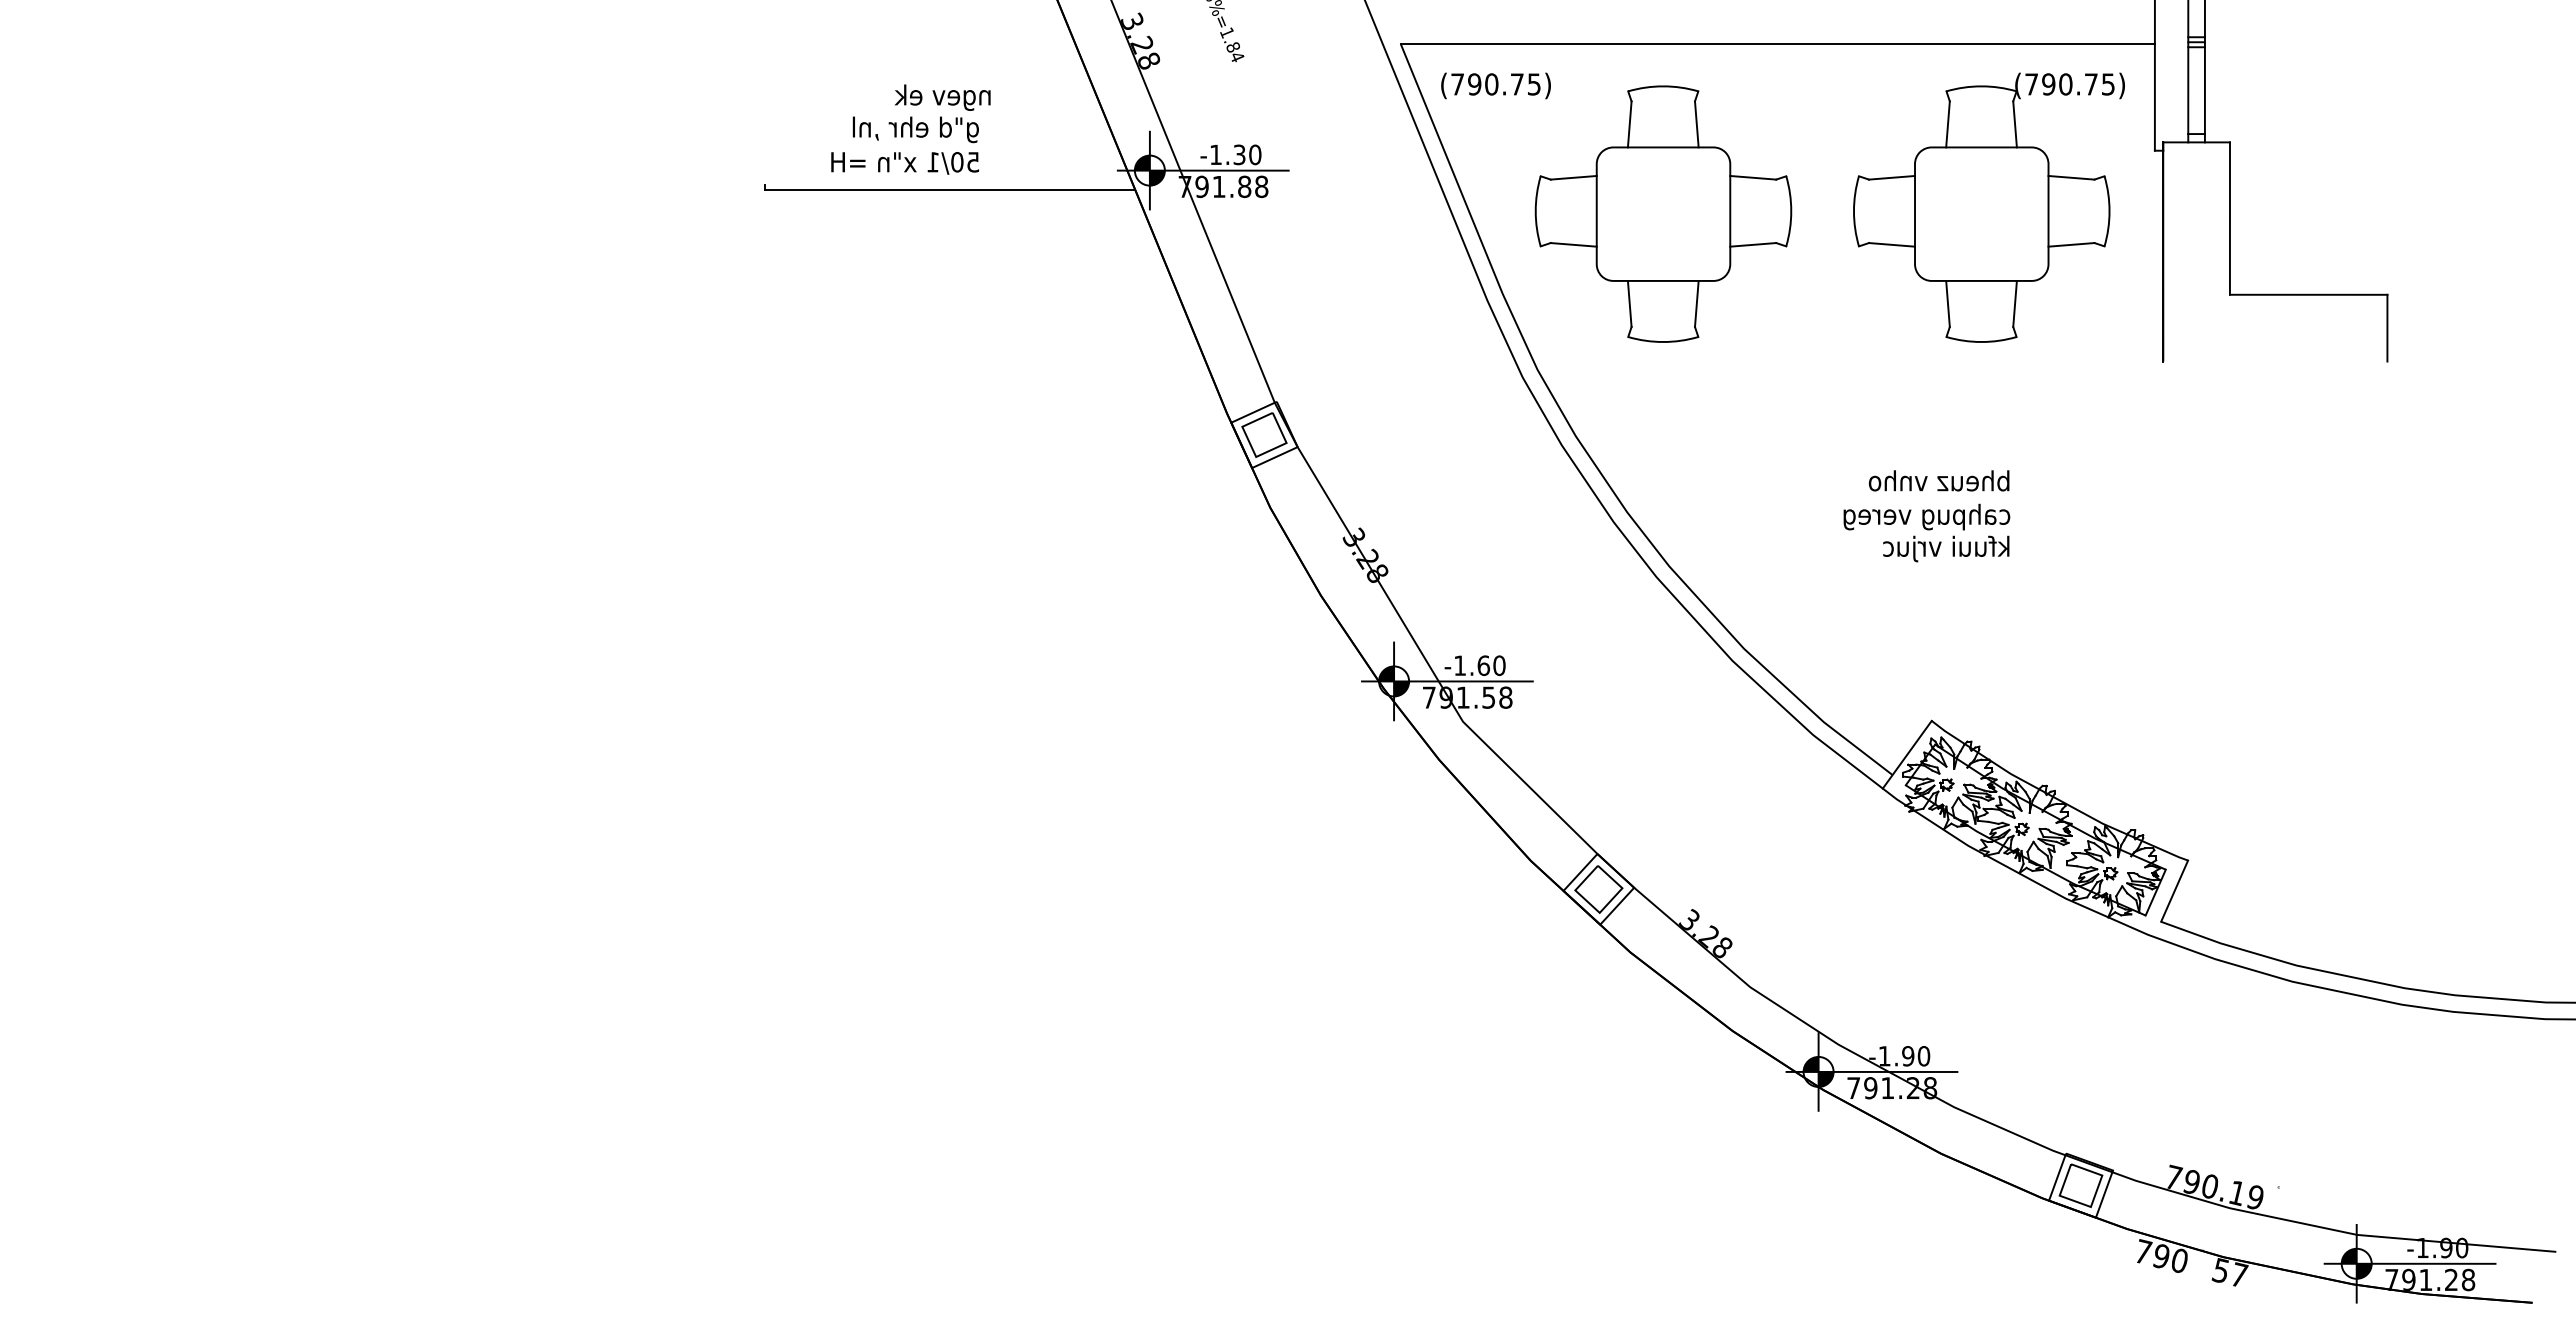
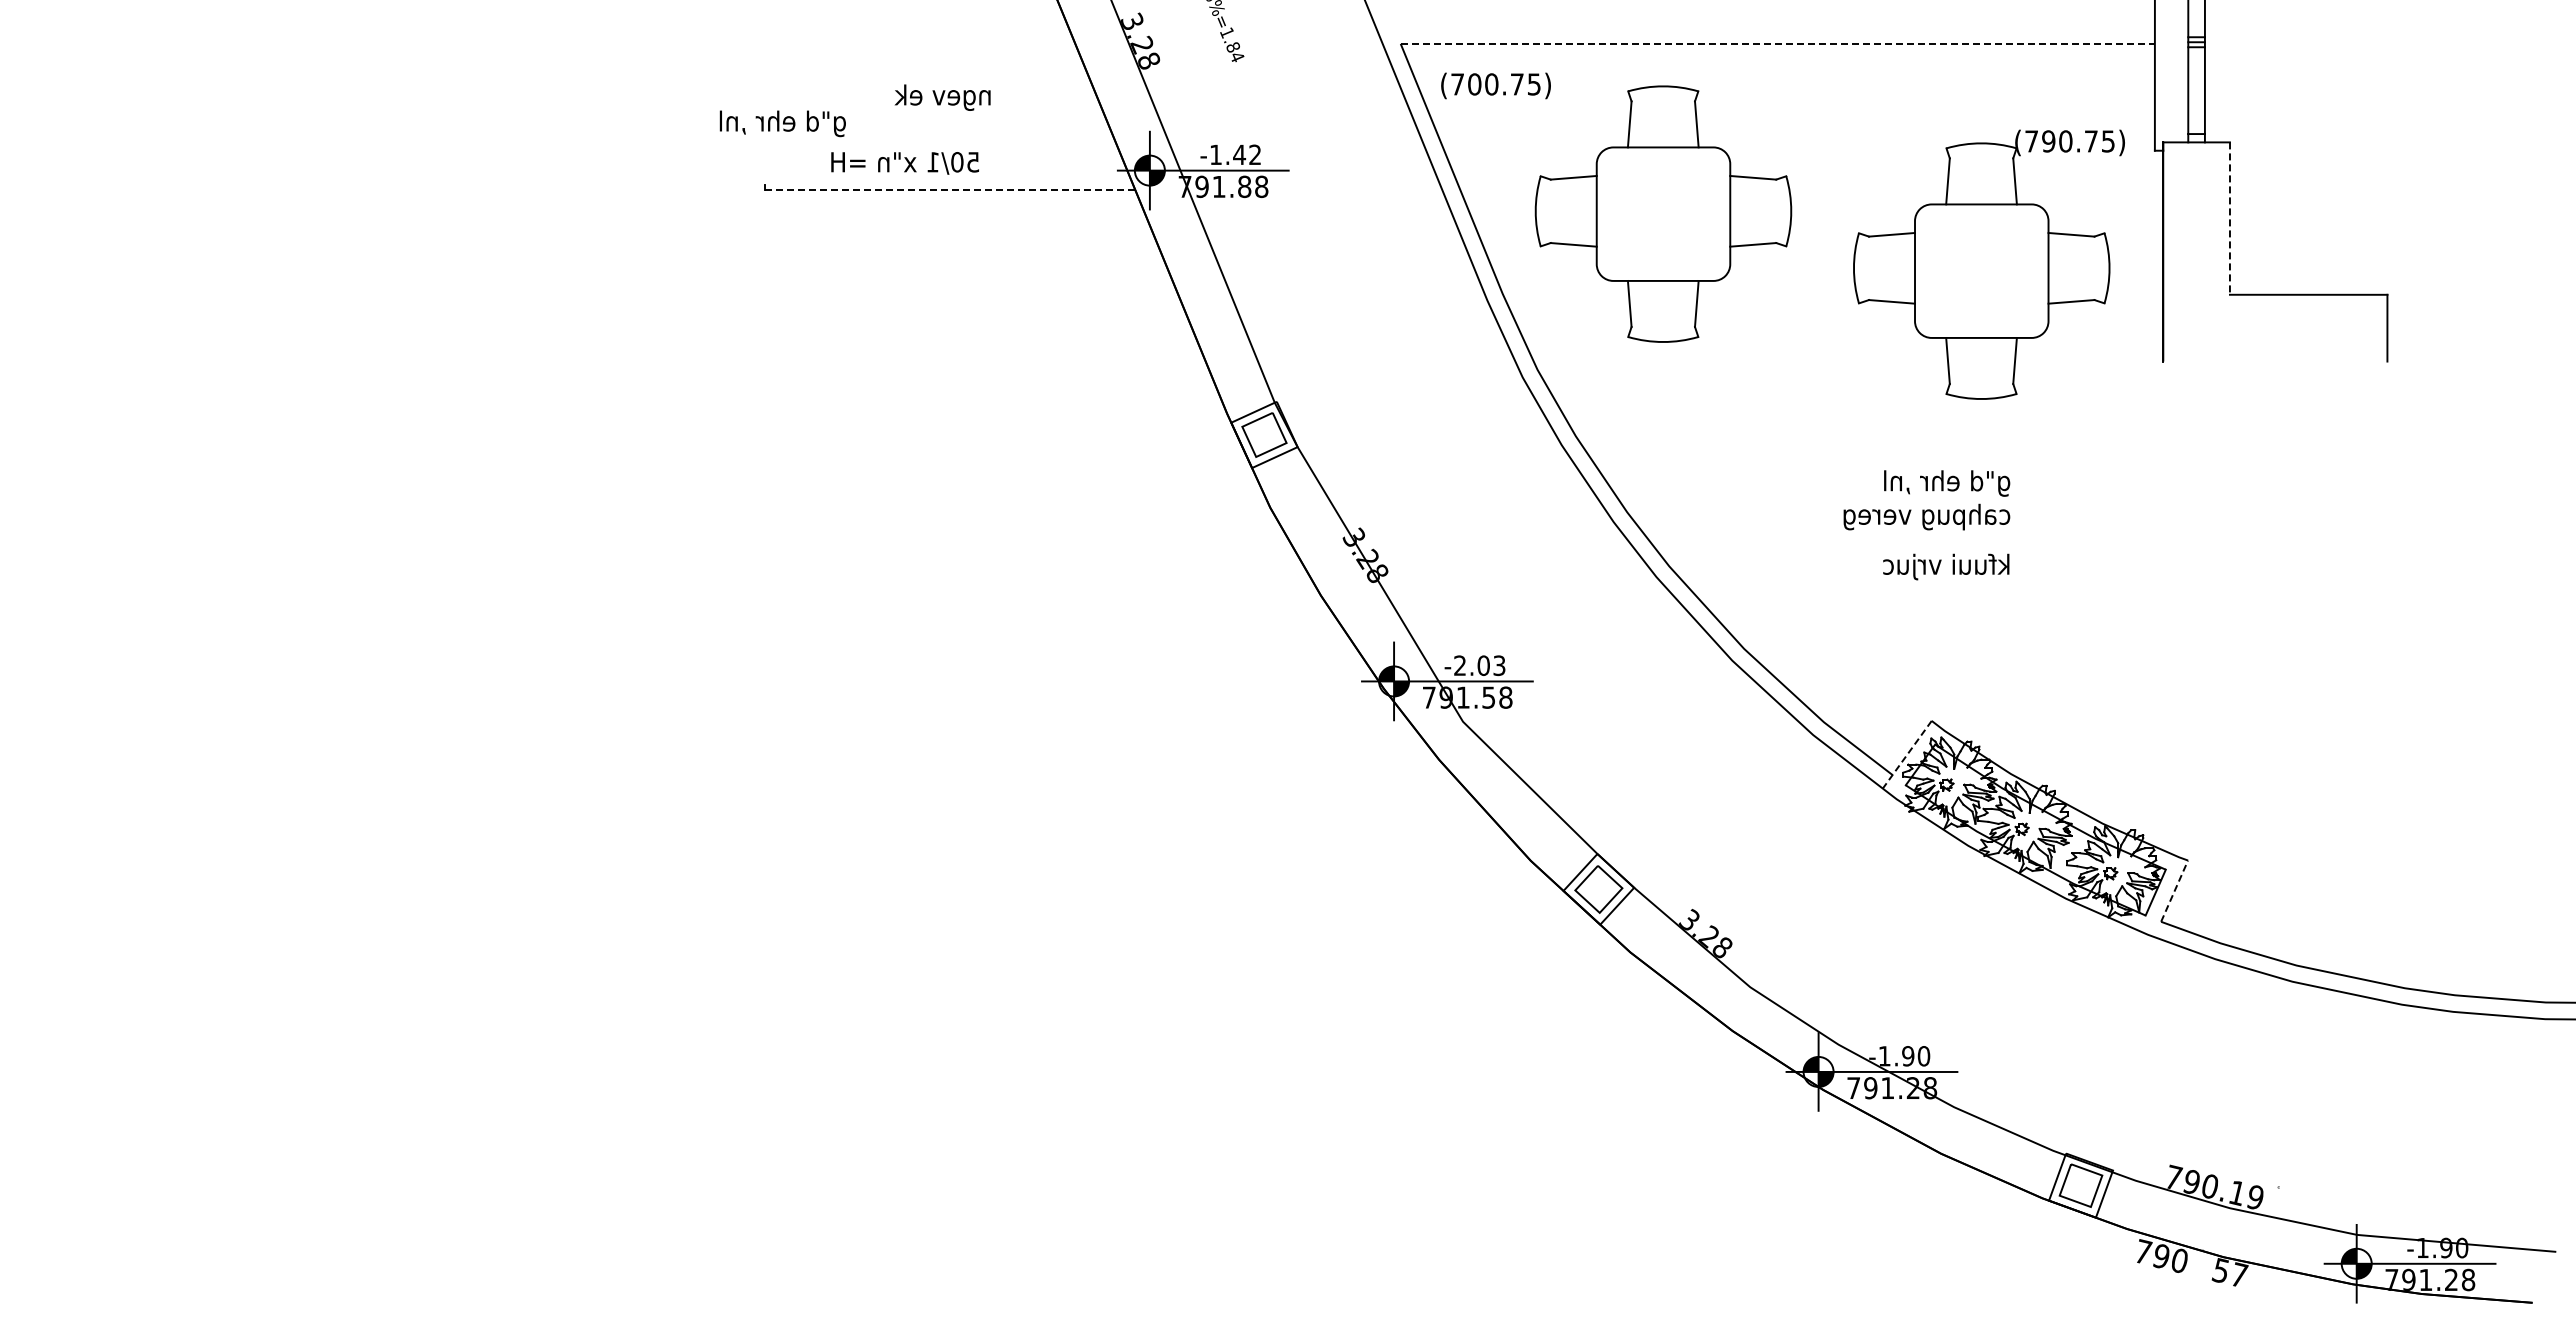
line at (1778, 43): solid -> dashed
text at (1474, 84): (790.75) -> (700.75)
text at (915, 129) position: (915, 129) -> (782, 123)
text at (1247, 154): -1.30 -> -1.42
line at (949, 189): solid -> dashed
part at (1988, 207) position: (1988, 207) -> (1988, 264)
line at (2229, 219): solid -> dashed
text at (1939, 483): bheuz vnho -> g"d ehr ,nl
text at (1946, 548) position: (1946, 548) -> (1946, 566)
text at (1479, 665): -1.60 -> -2.03
line at (1907, 754): solid -> dashed
line at (2174, 890): solid -> dashed
